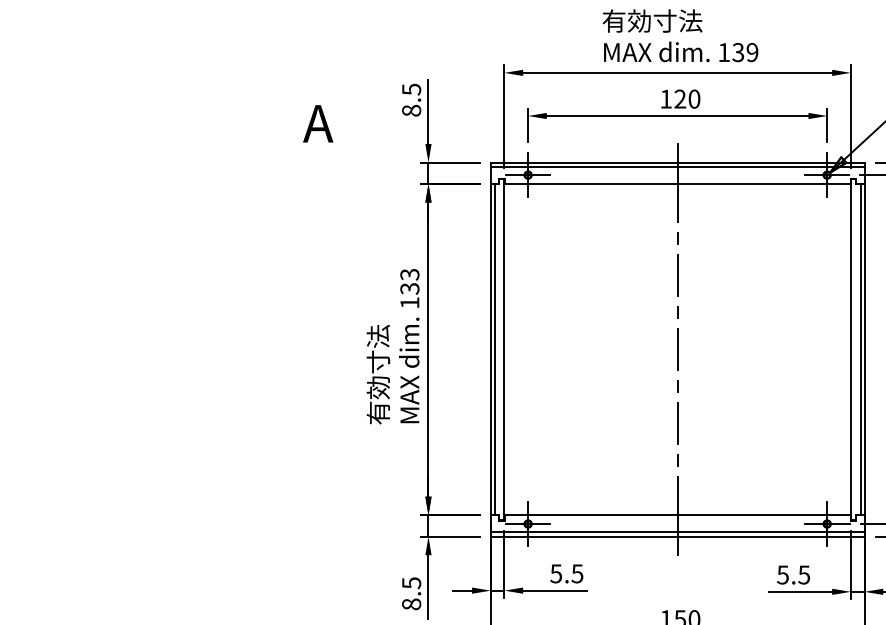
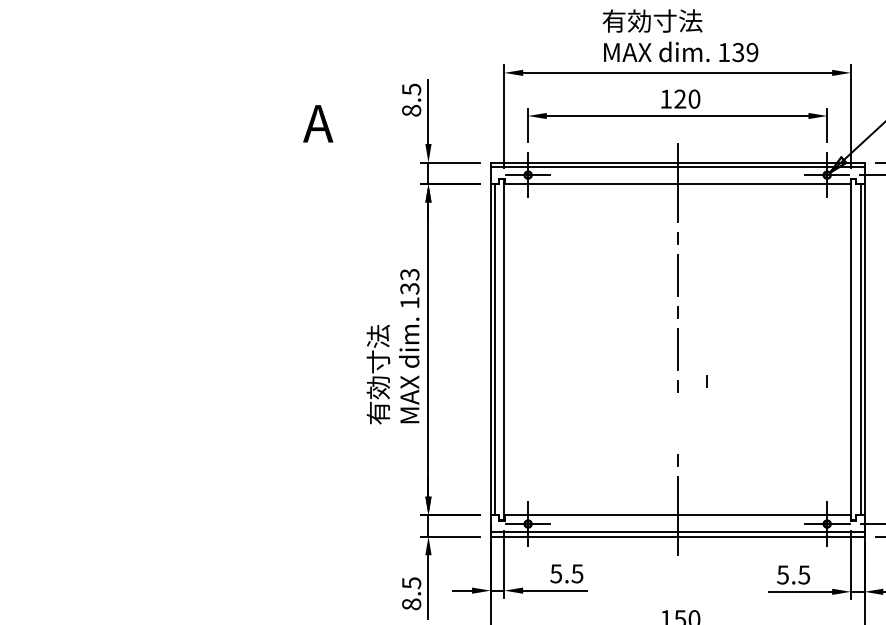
line at (706, 381): none -> present
line at (677, 423): present -> none
